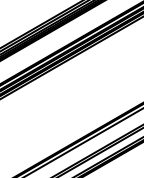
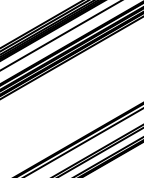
line at (60, 35): none -> present
